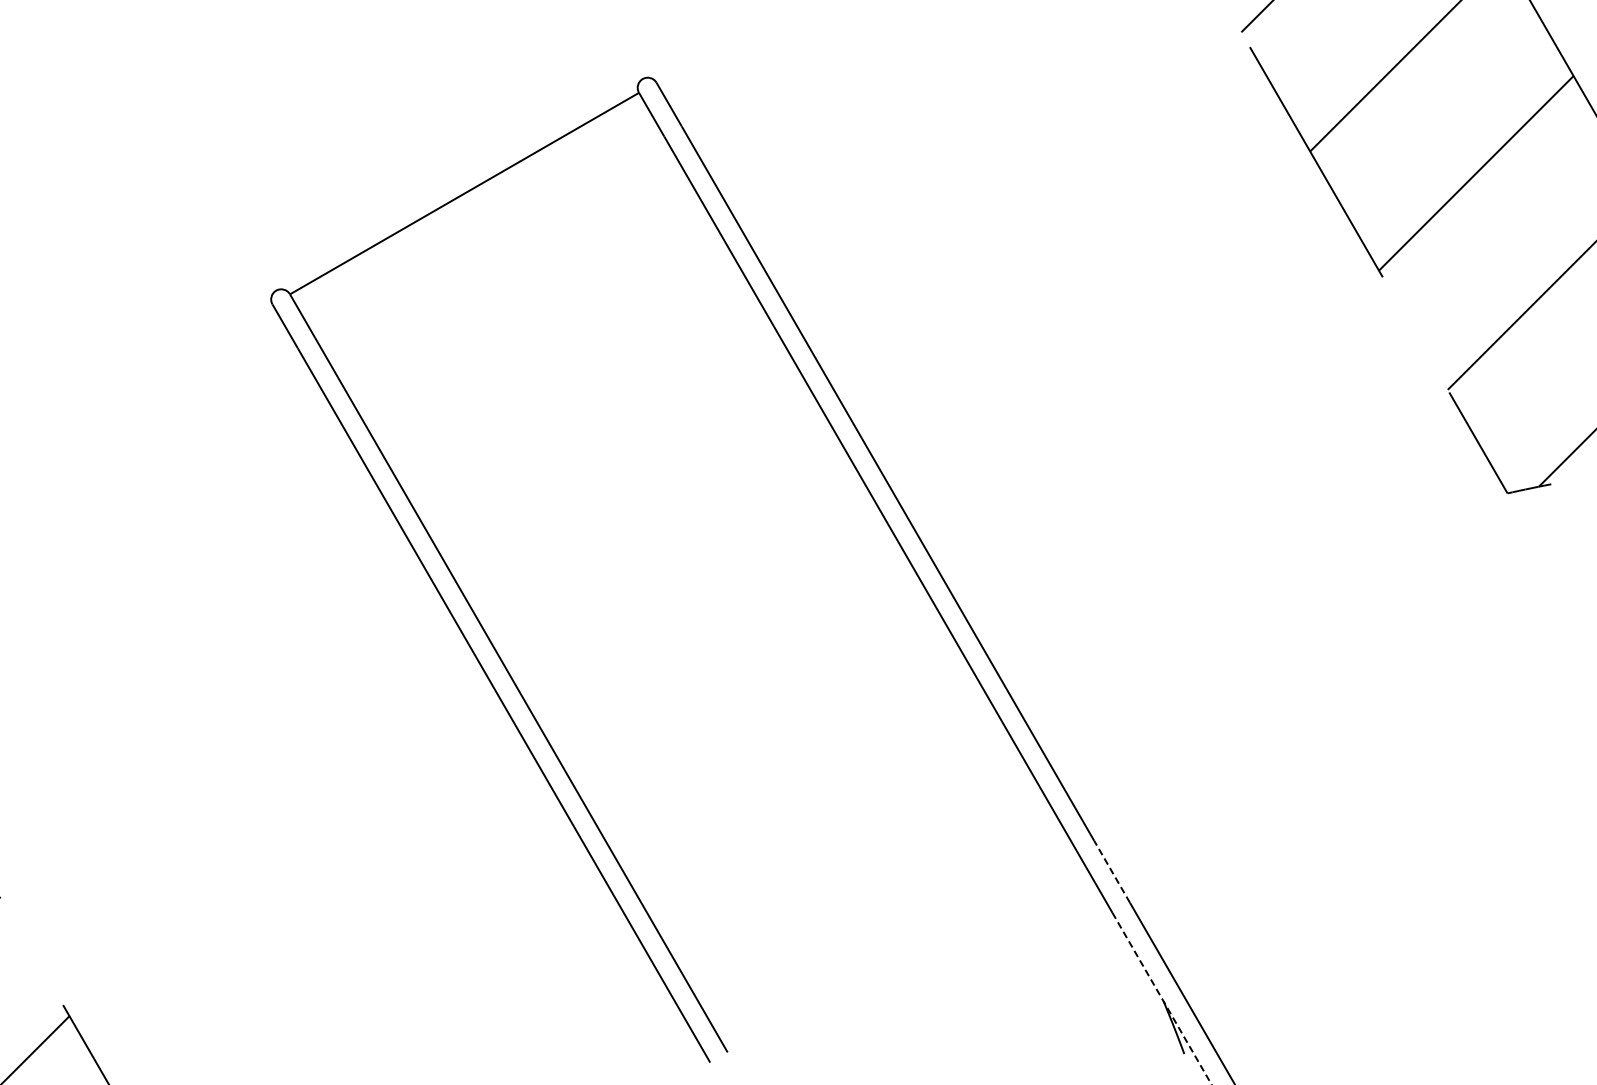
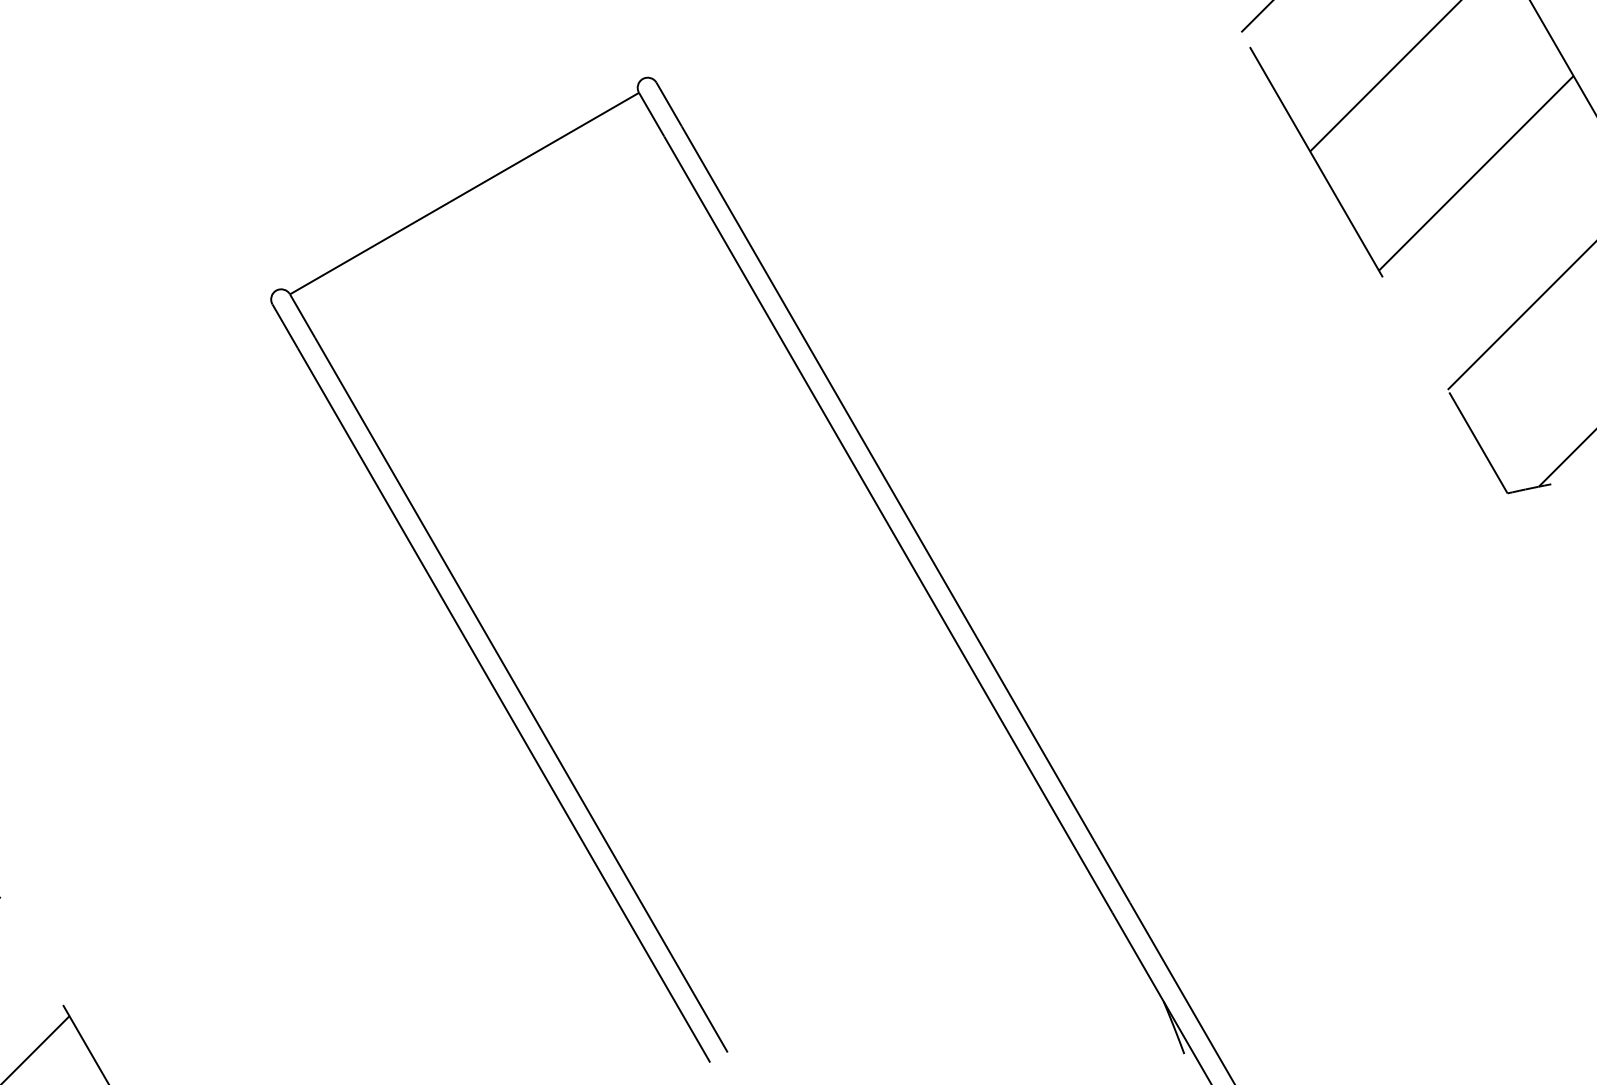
line at (1112, 871): dashed -> solid
line at (1161, 998): dashed -> solid
